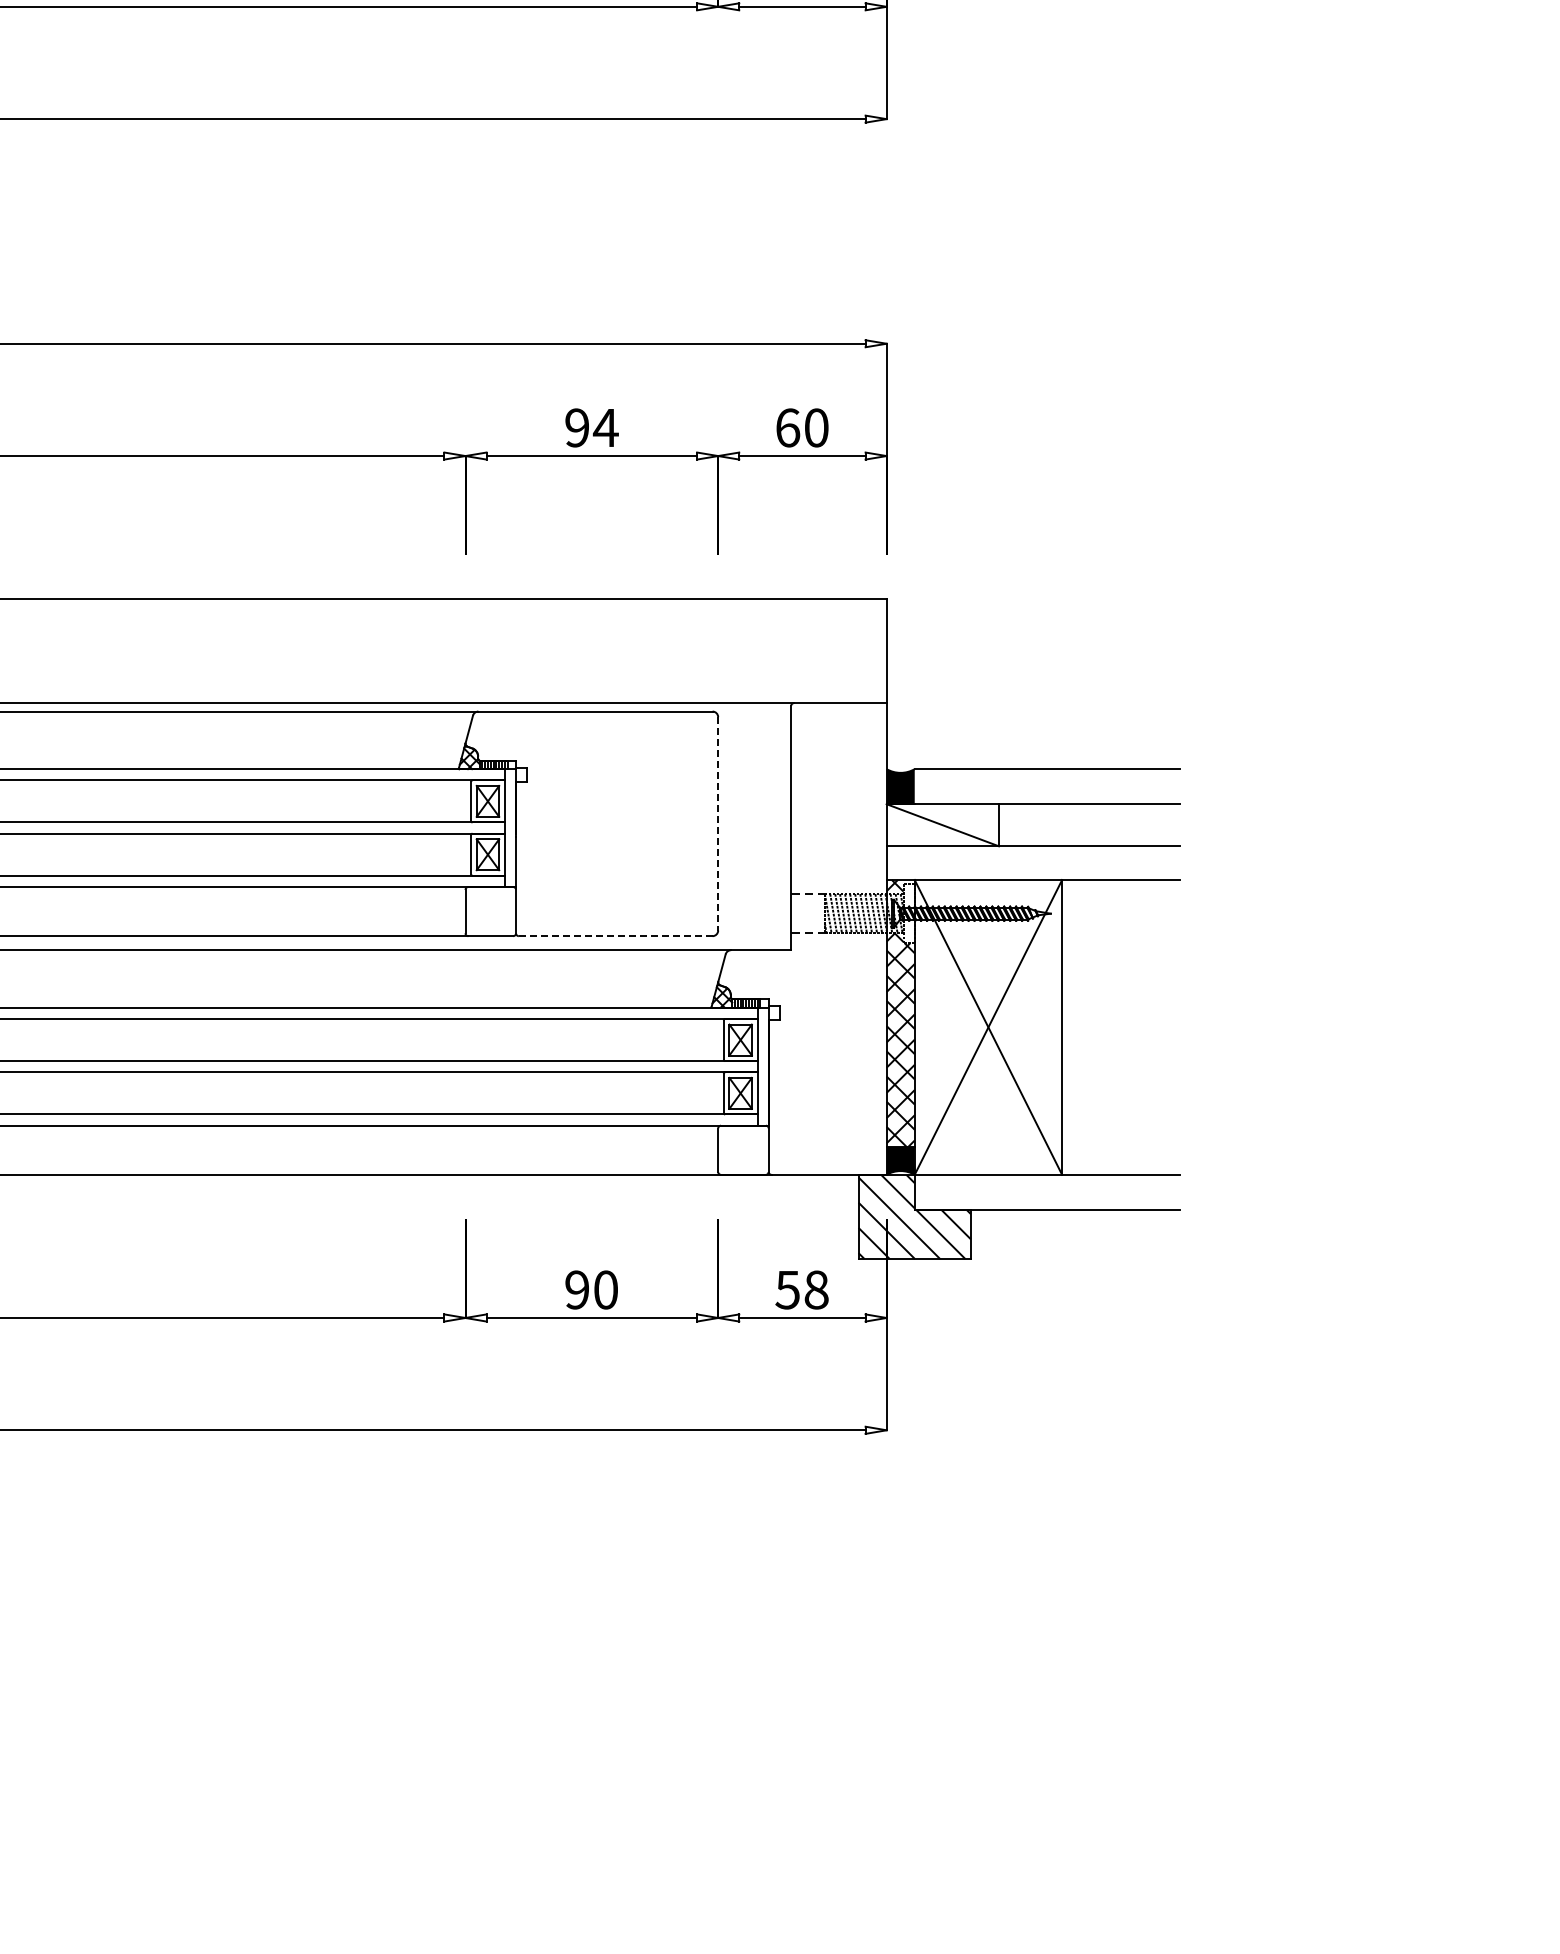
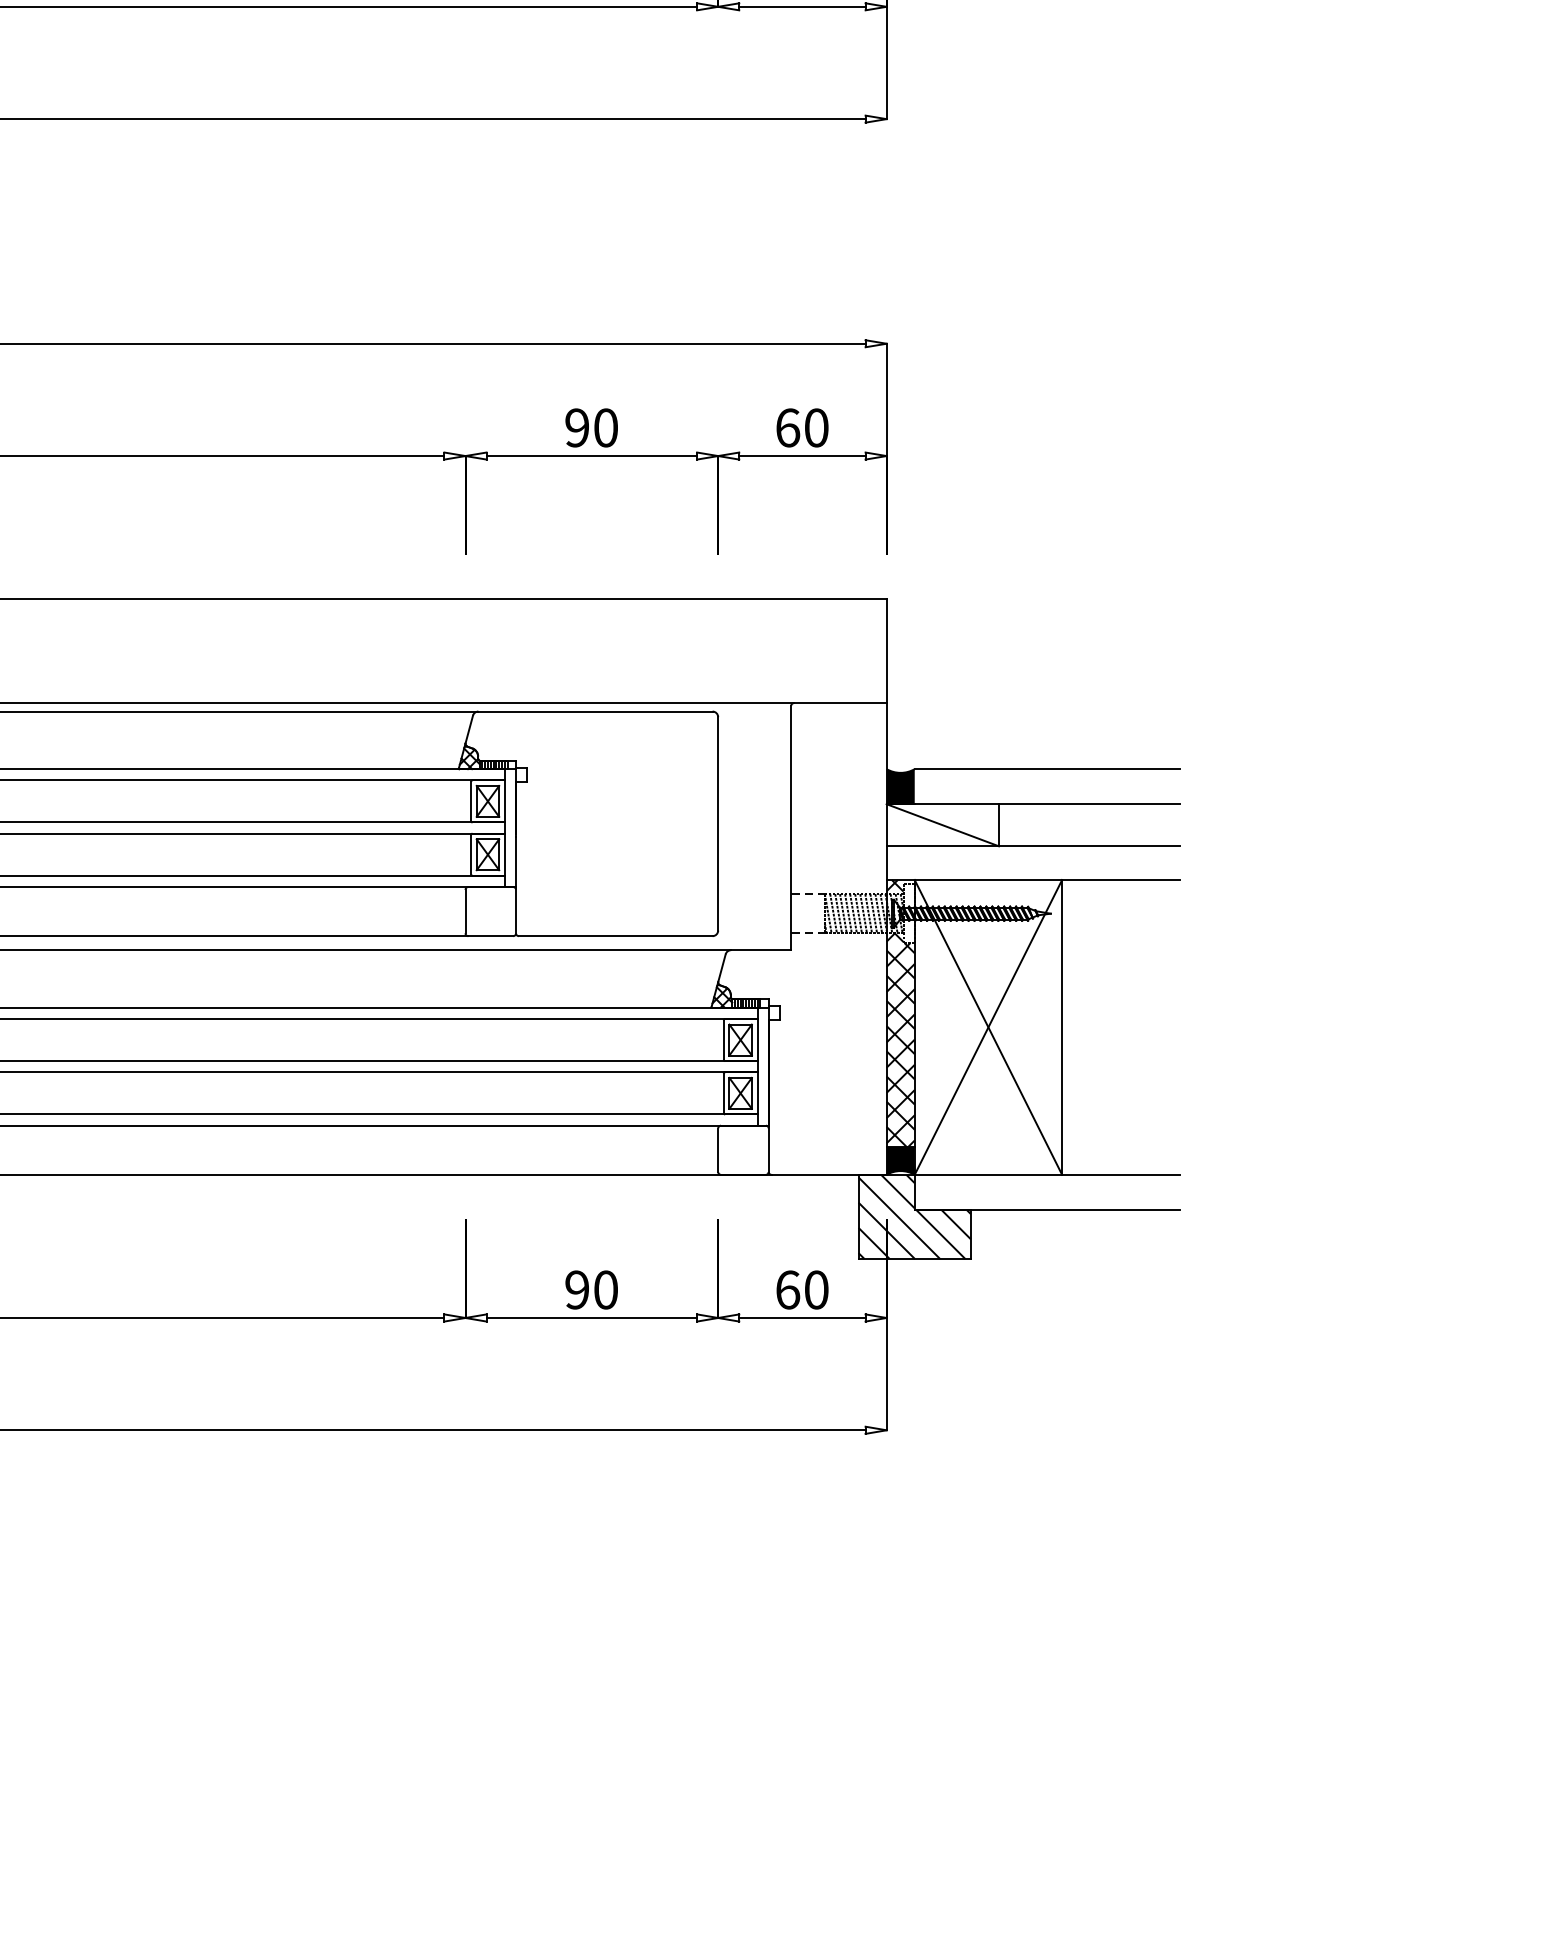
text at (605, 427): 94 -> 90
line at (718, 823): dashed -> solid
line at (615, 936): dashed -> solid
text at (801, 1289): 58 -> 60
